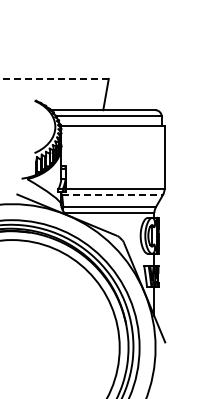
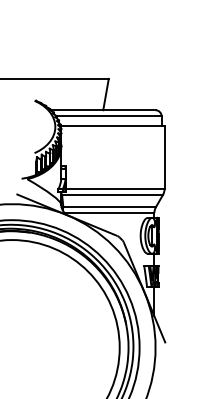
line at (53, 78): dashed -> solid
line at (113, 194): dashed -> solid
